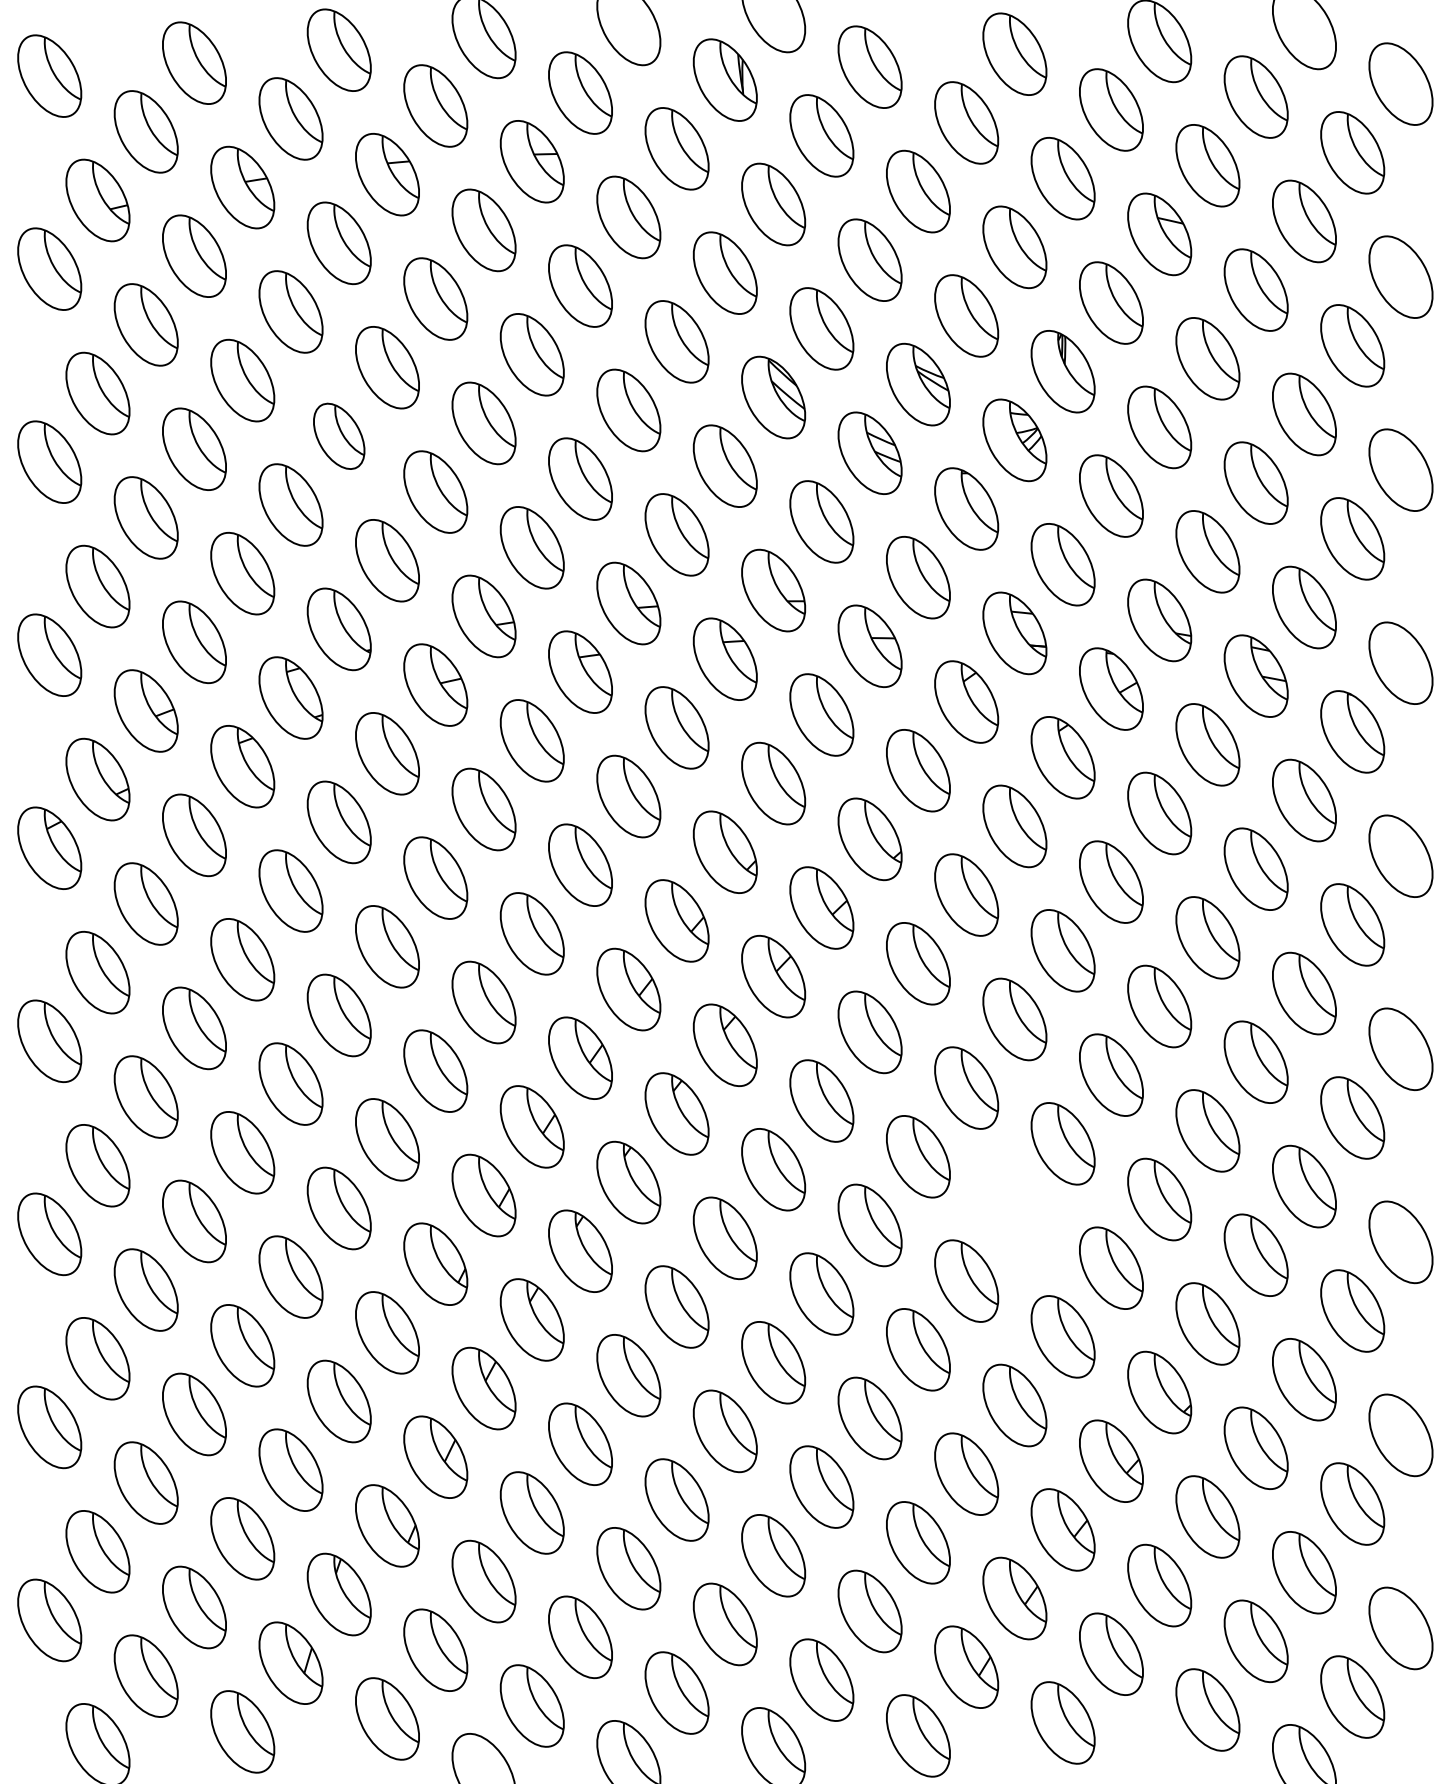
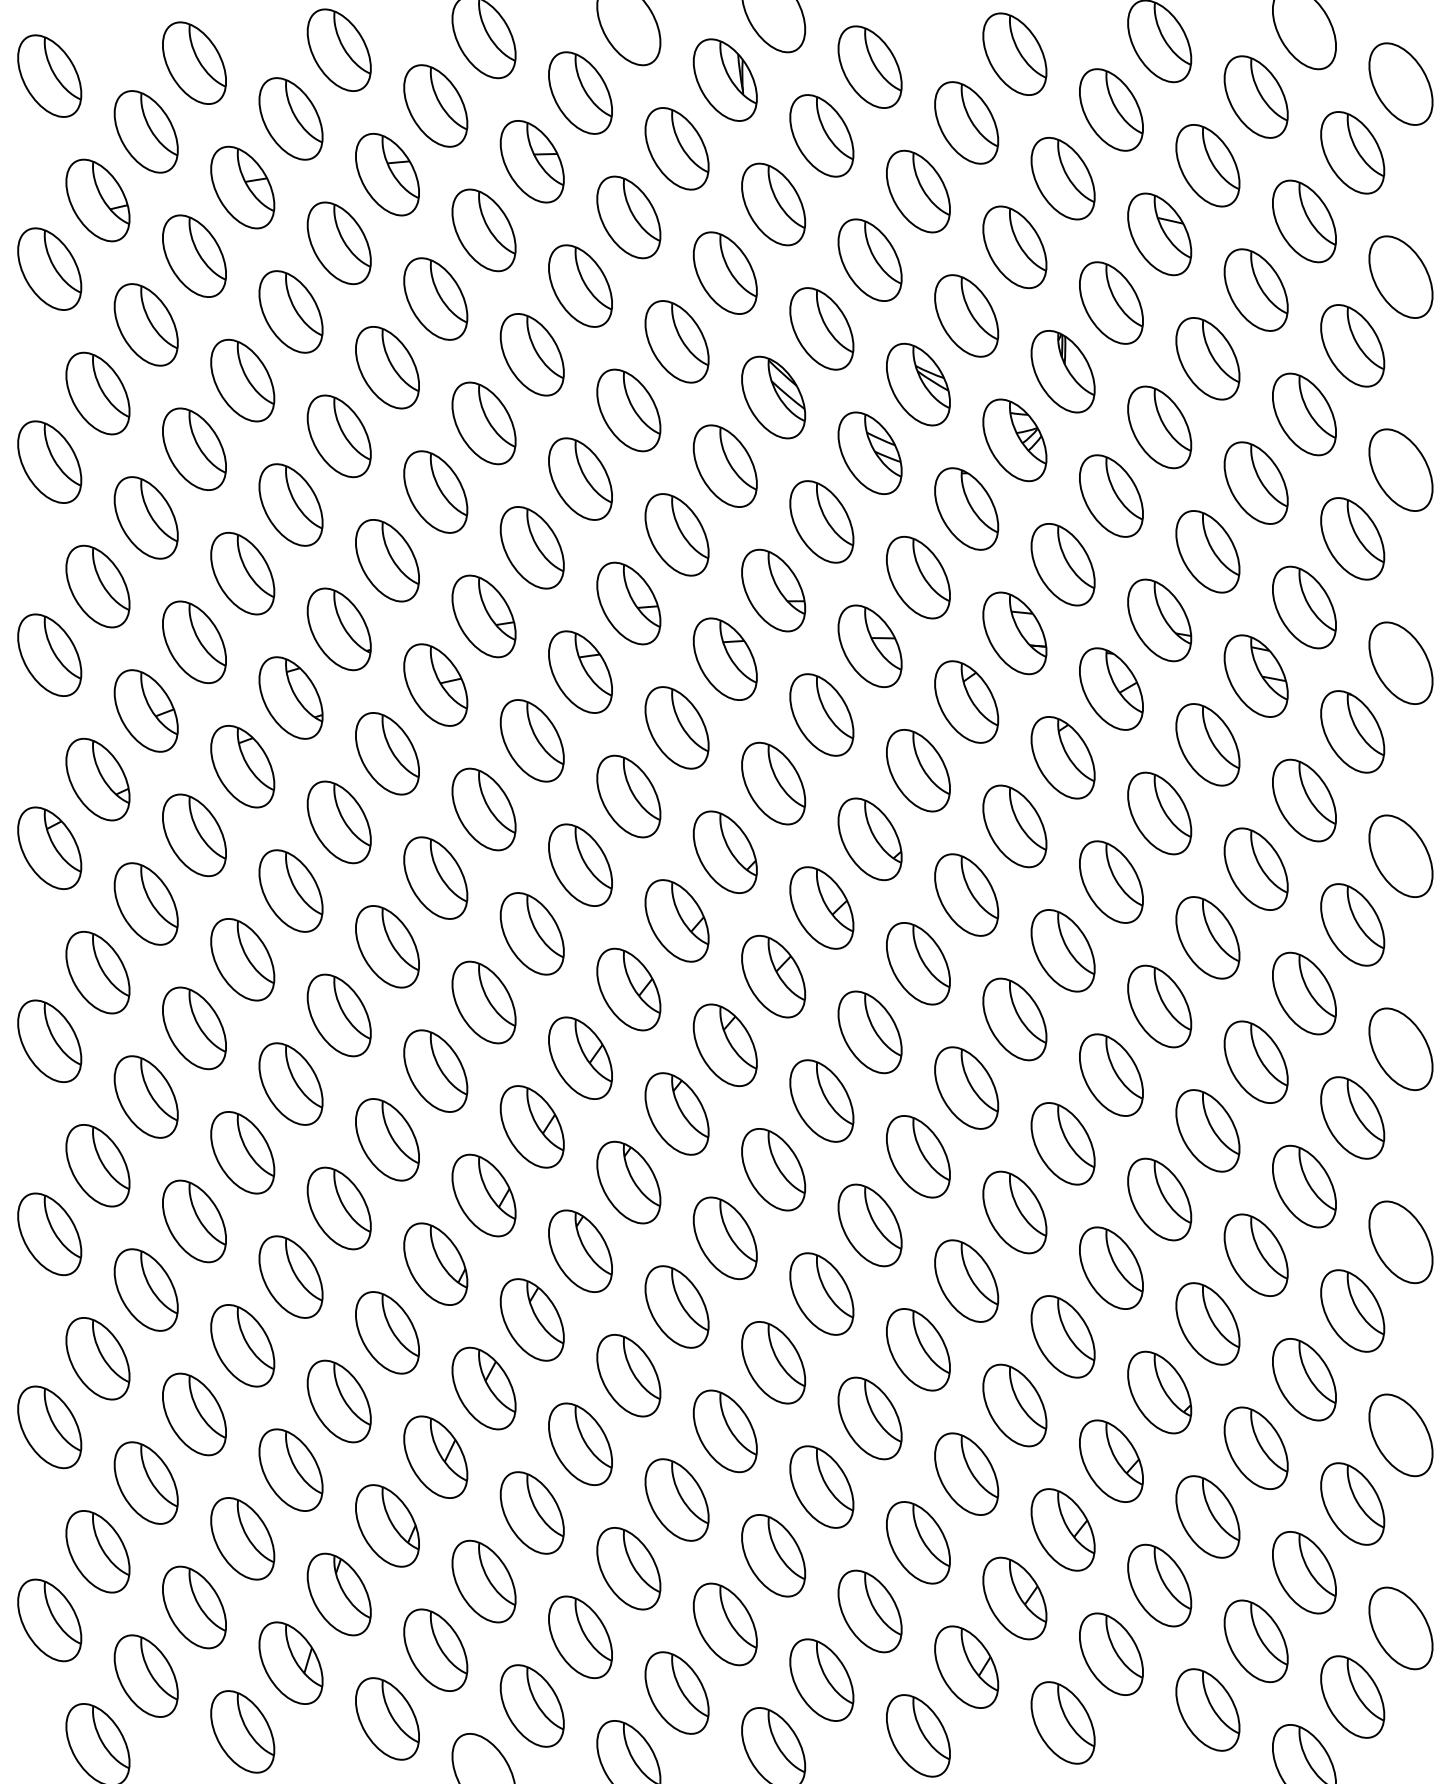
part at (339, 435) size: 53x68 px -> 66x85 px
part at (1014, 1212): none -> present
